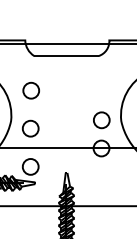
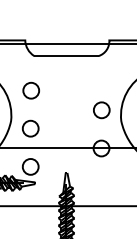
part at (101, 120) position: (101, 120) -> (101, 110)
